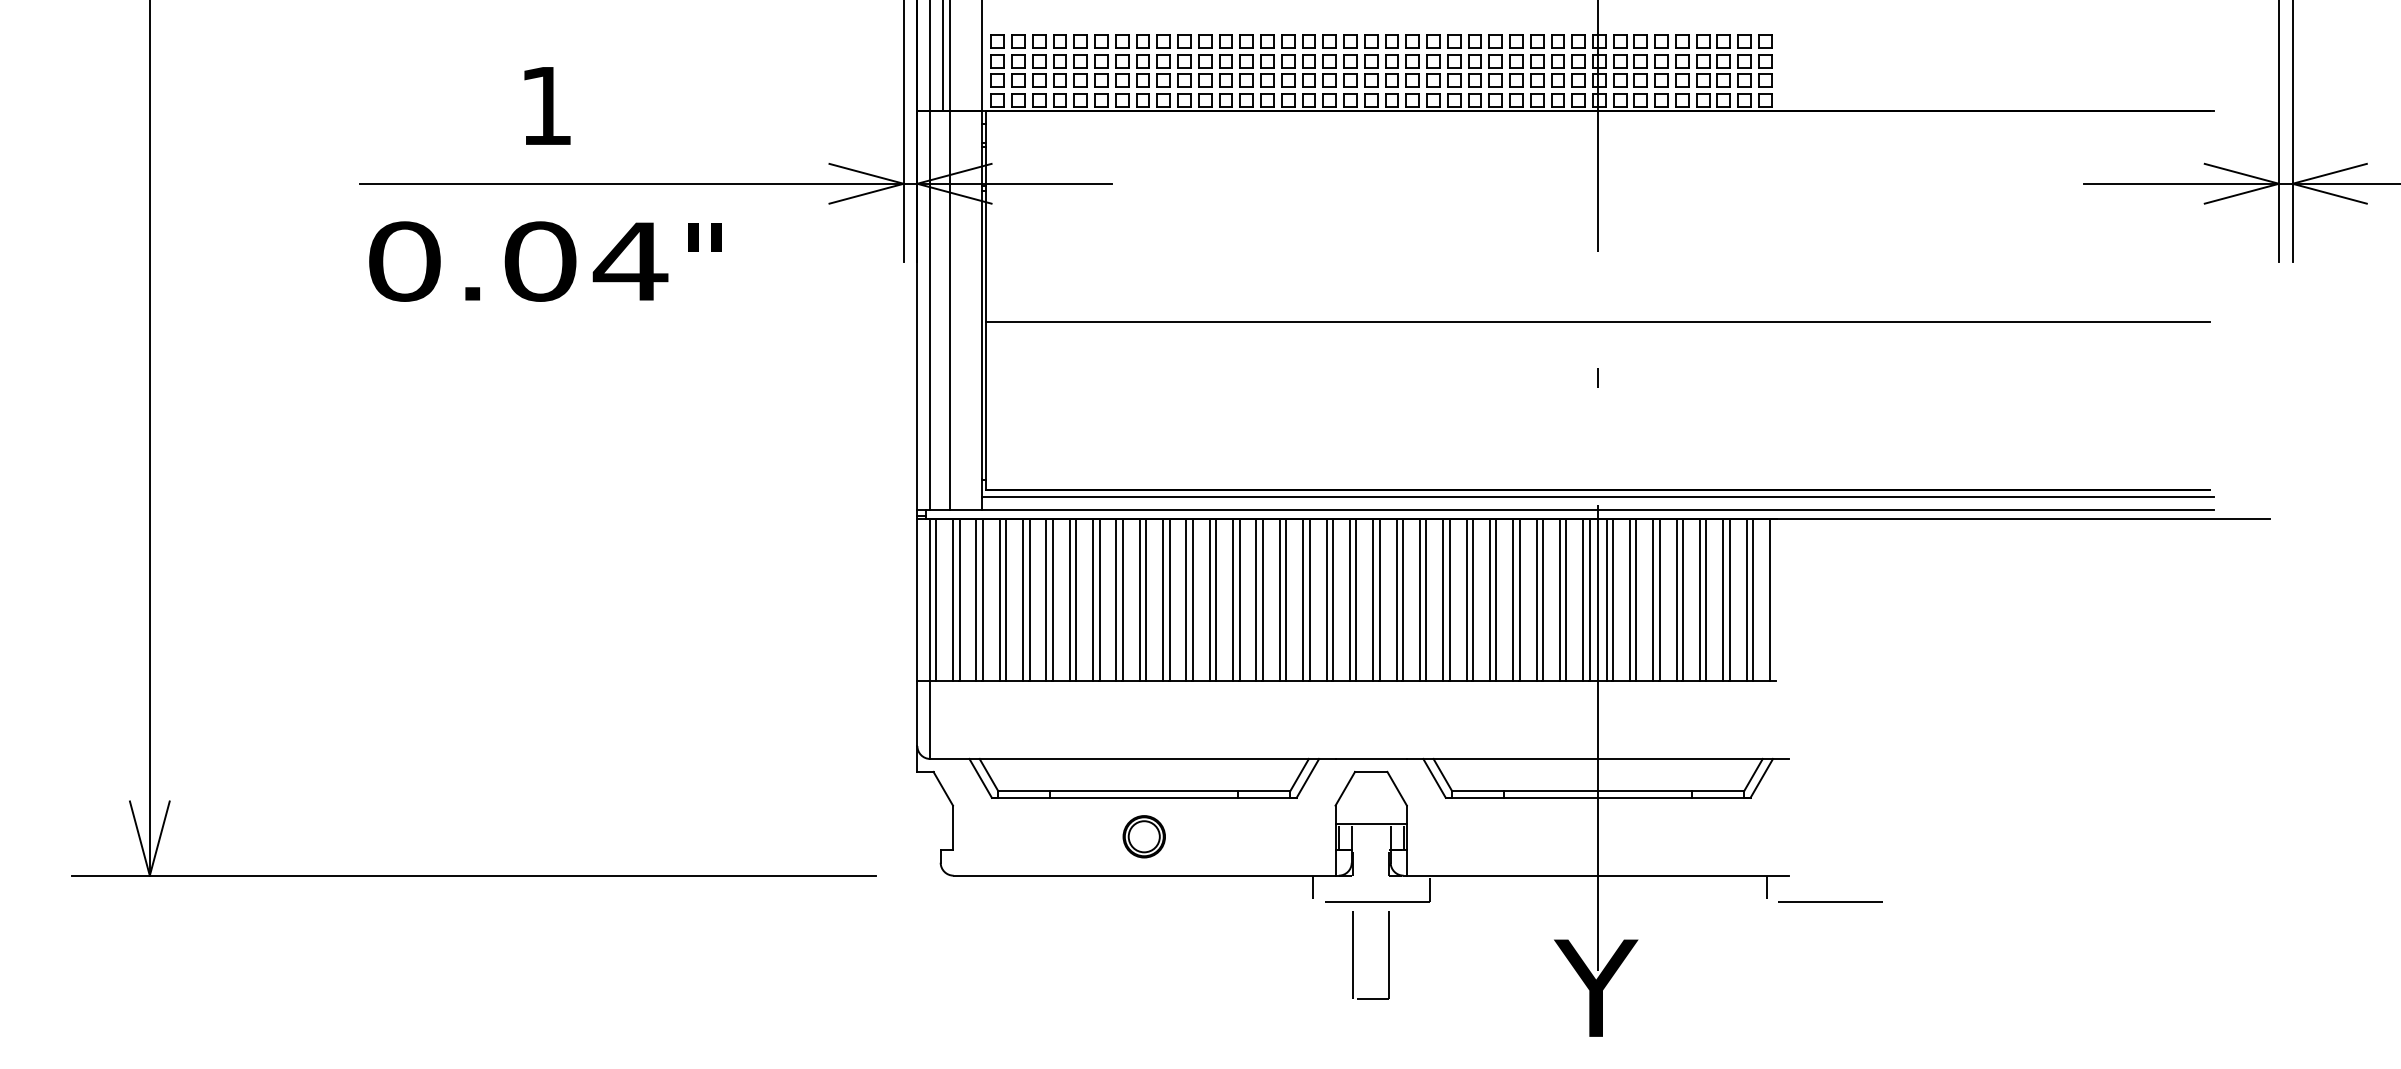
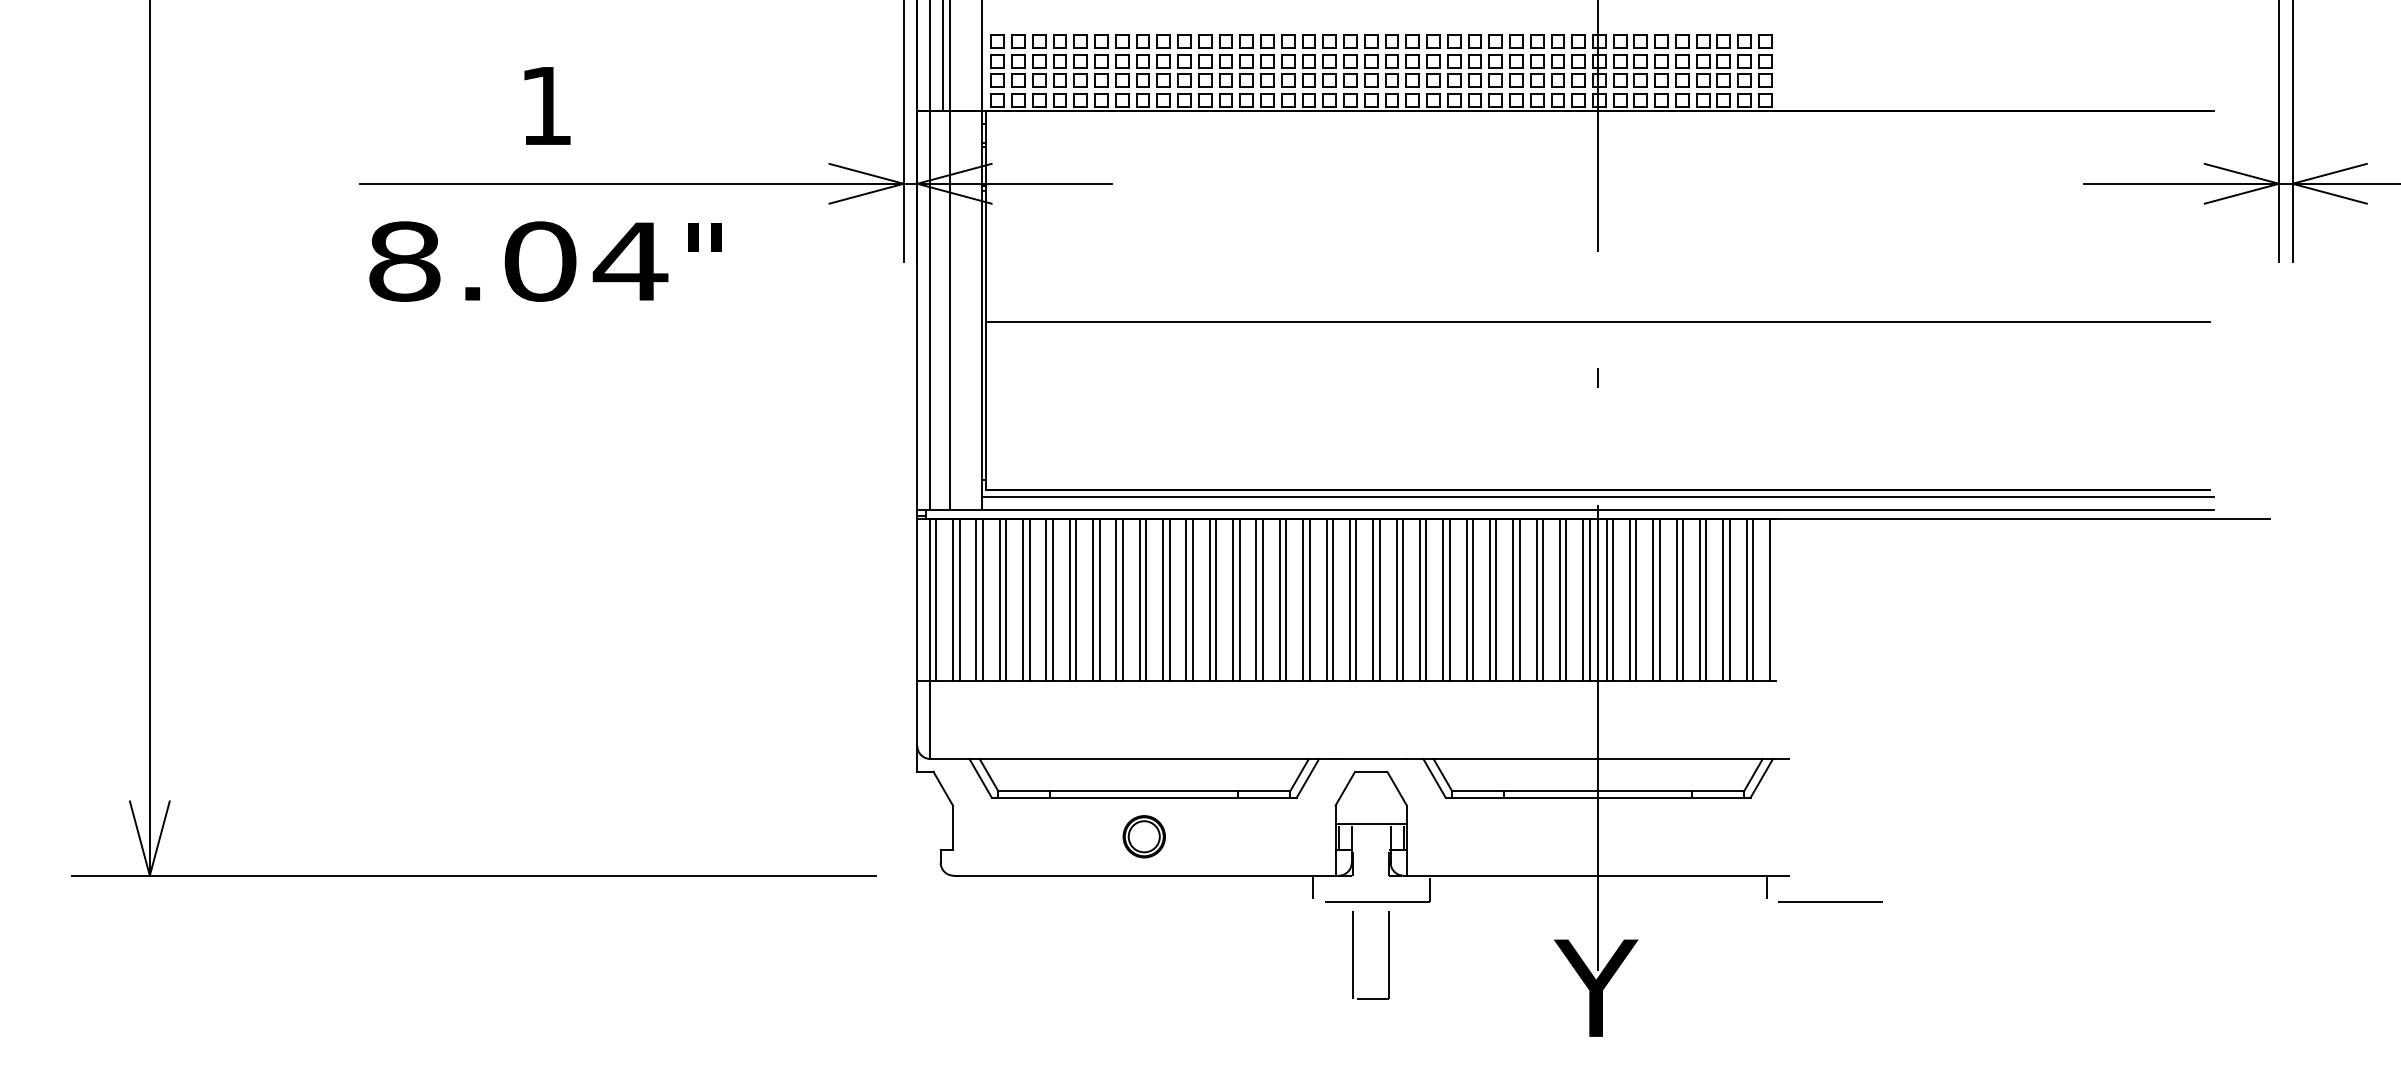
text at (404, 261): 0.04 -> 8.04
